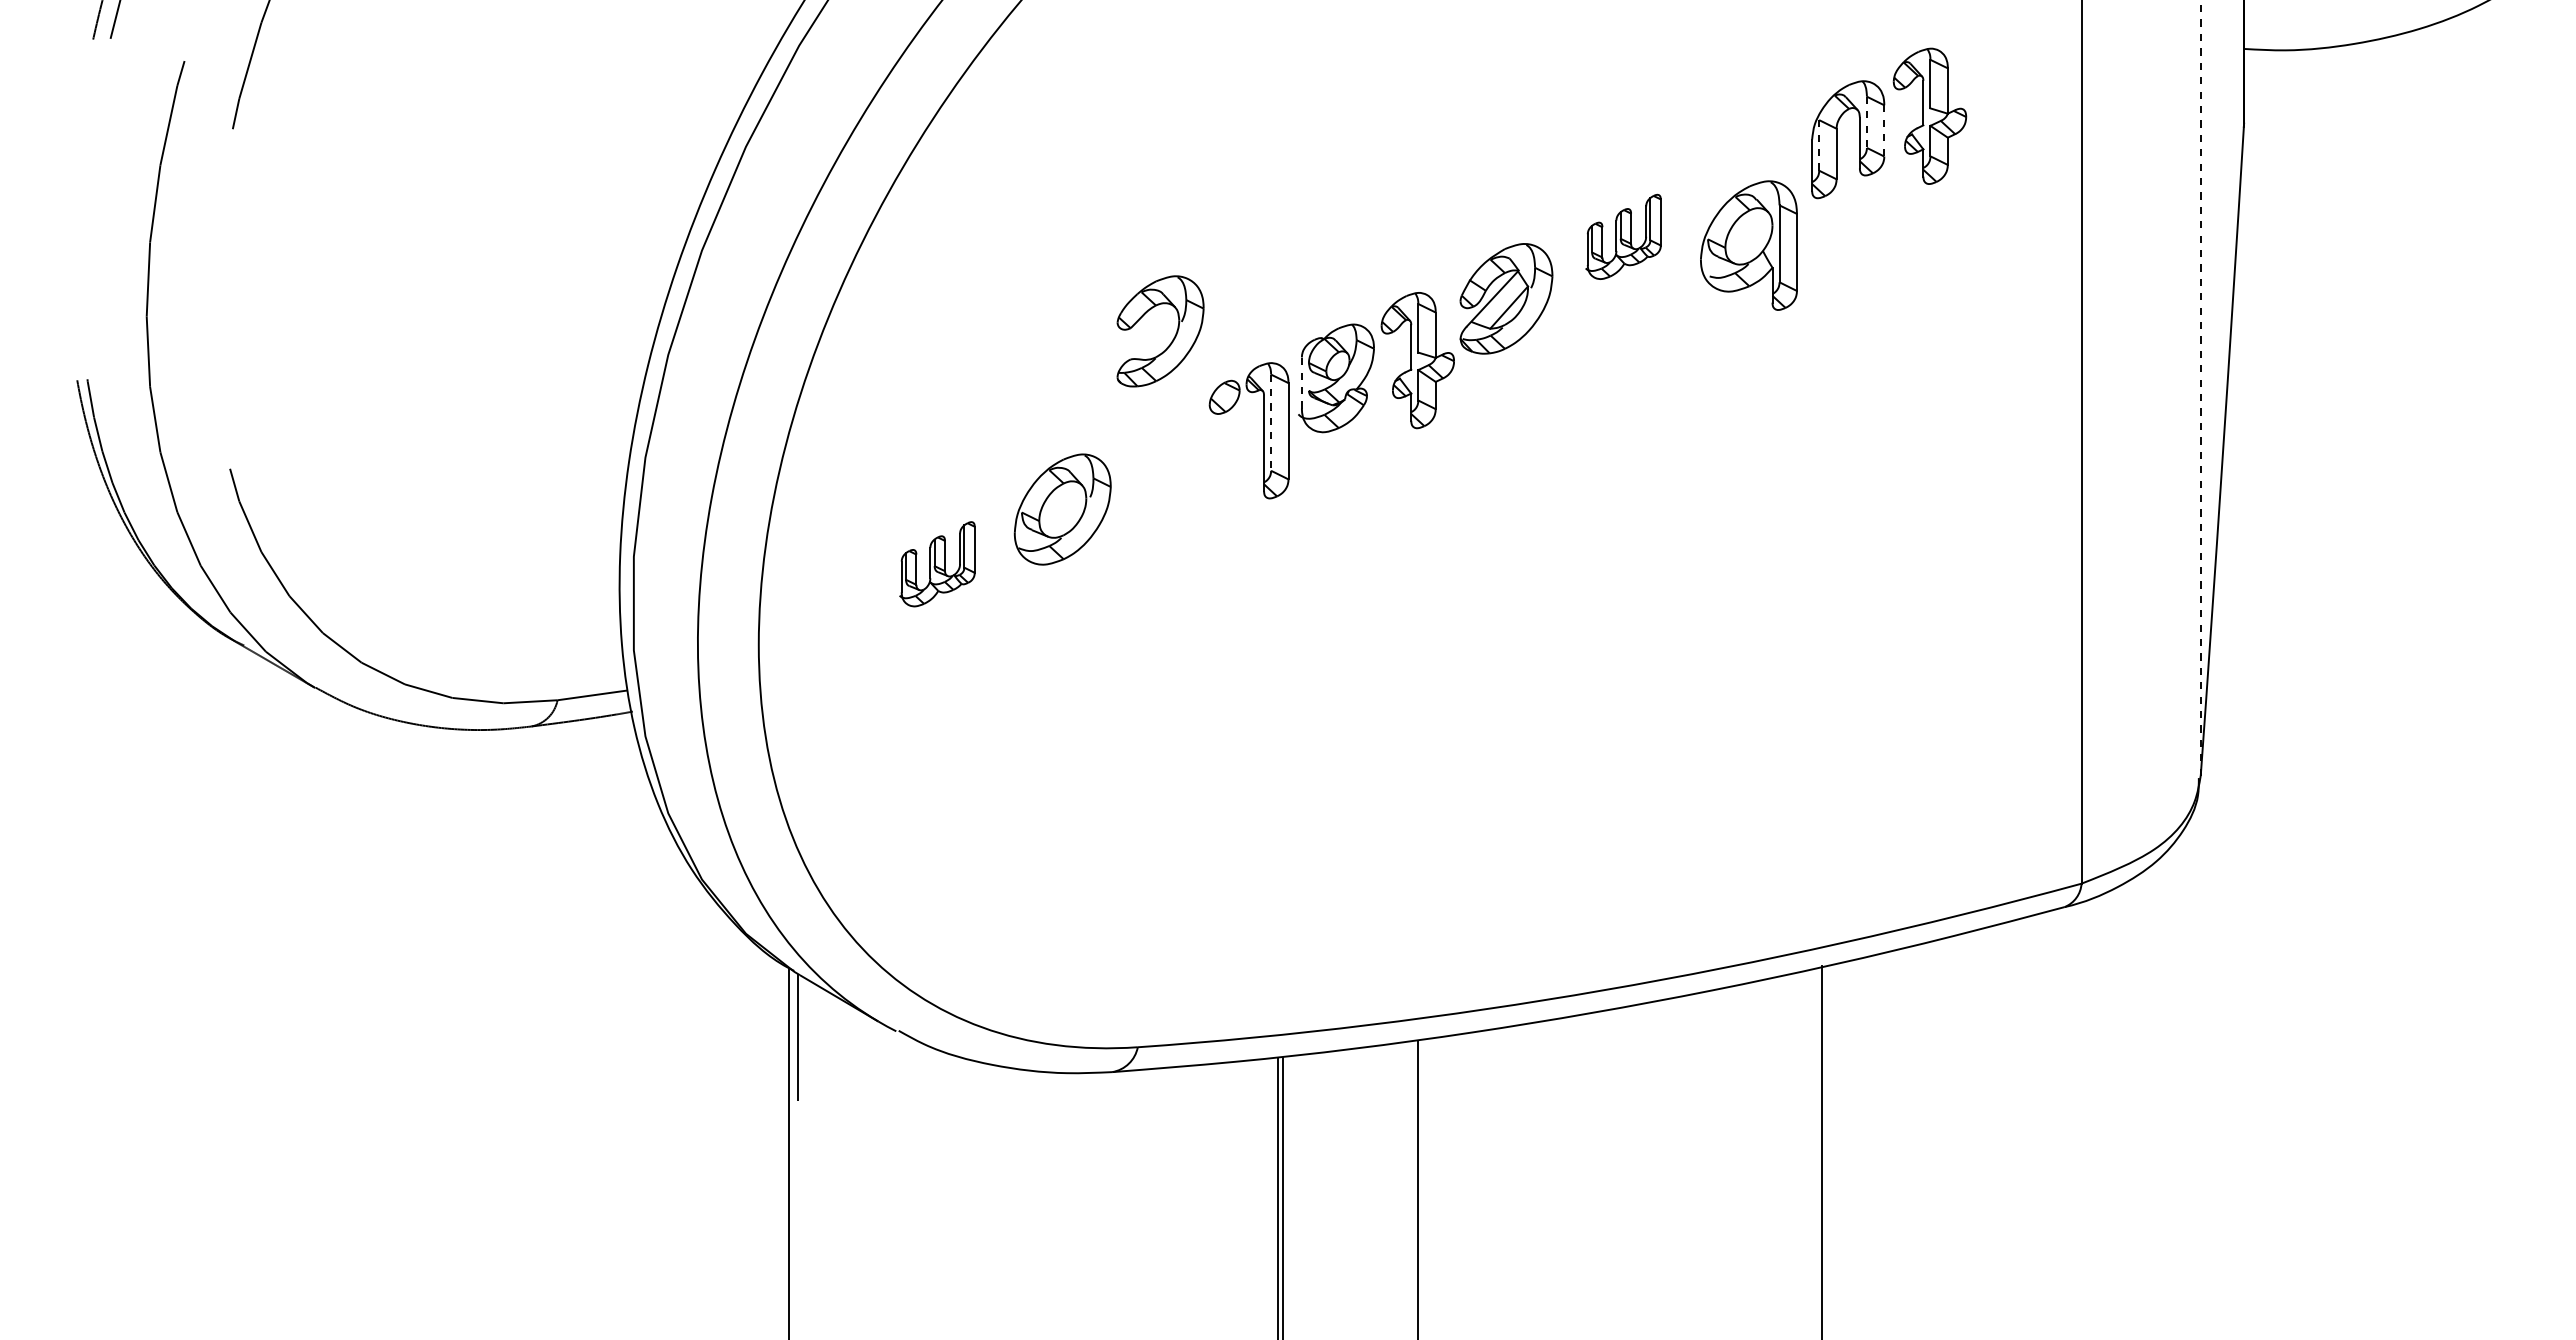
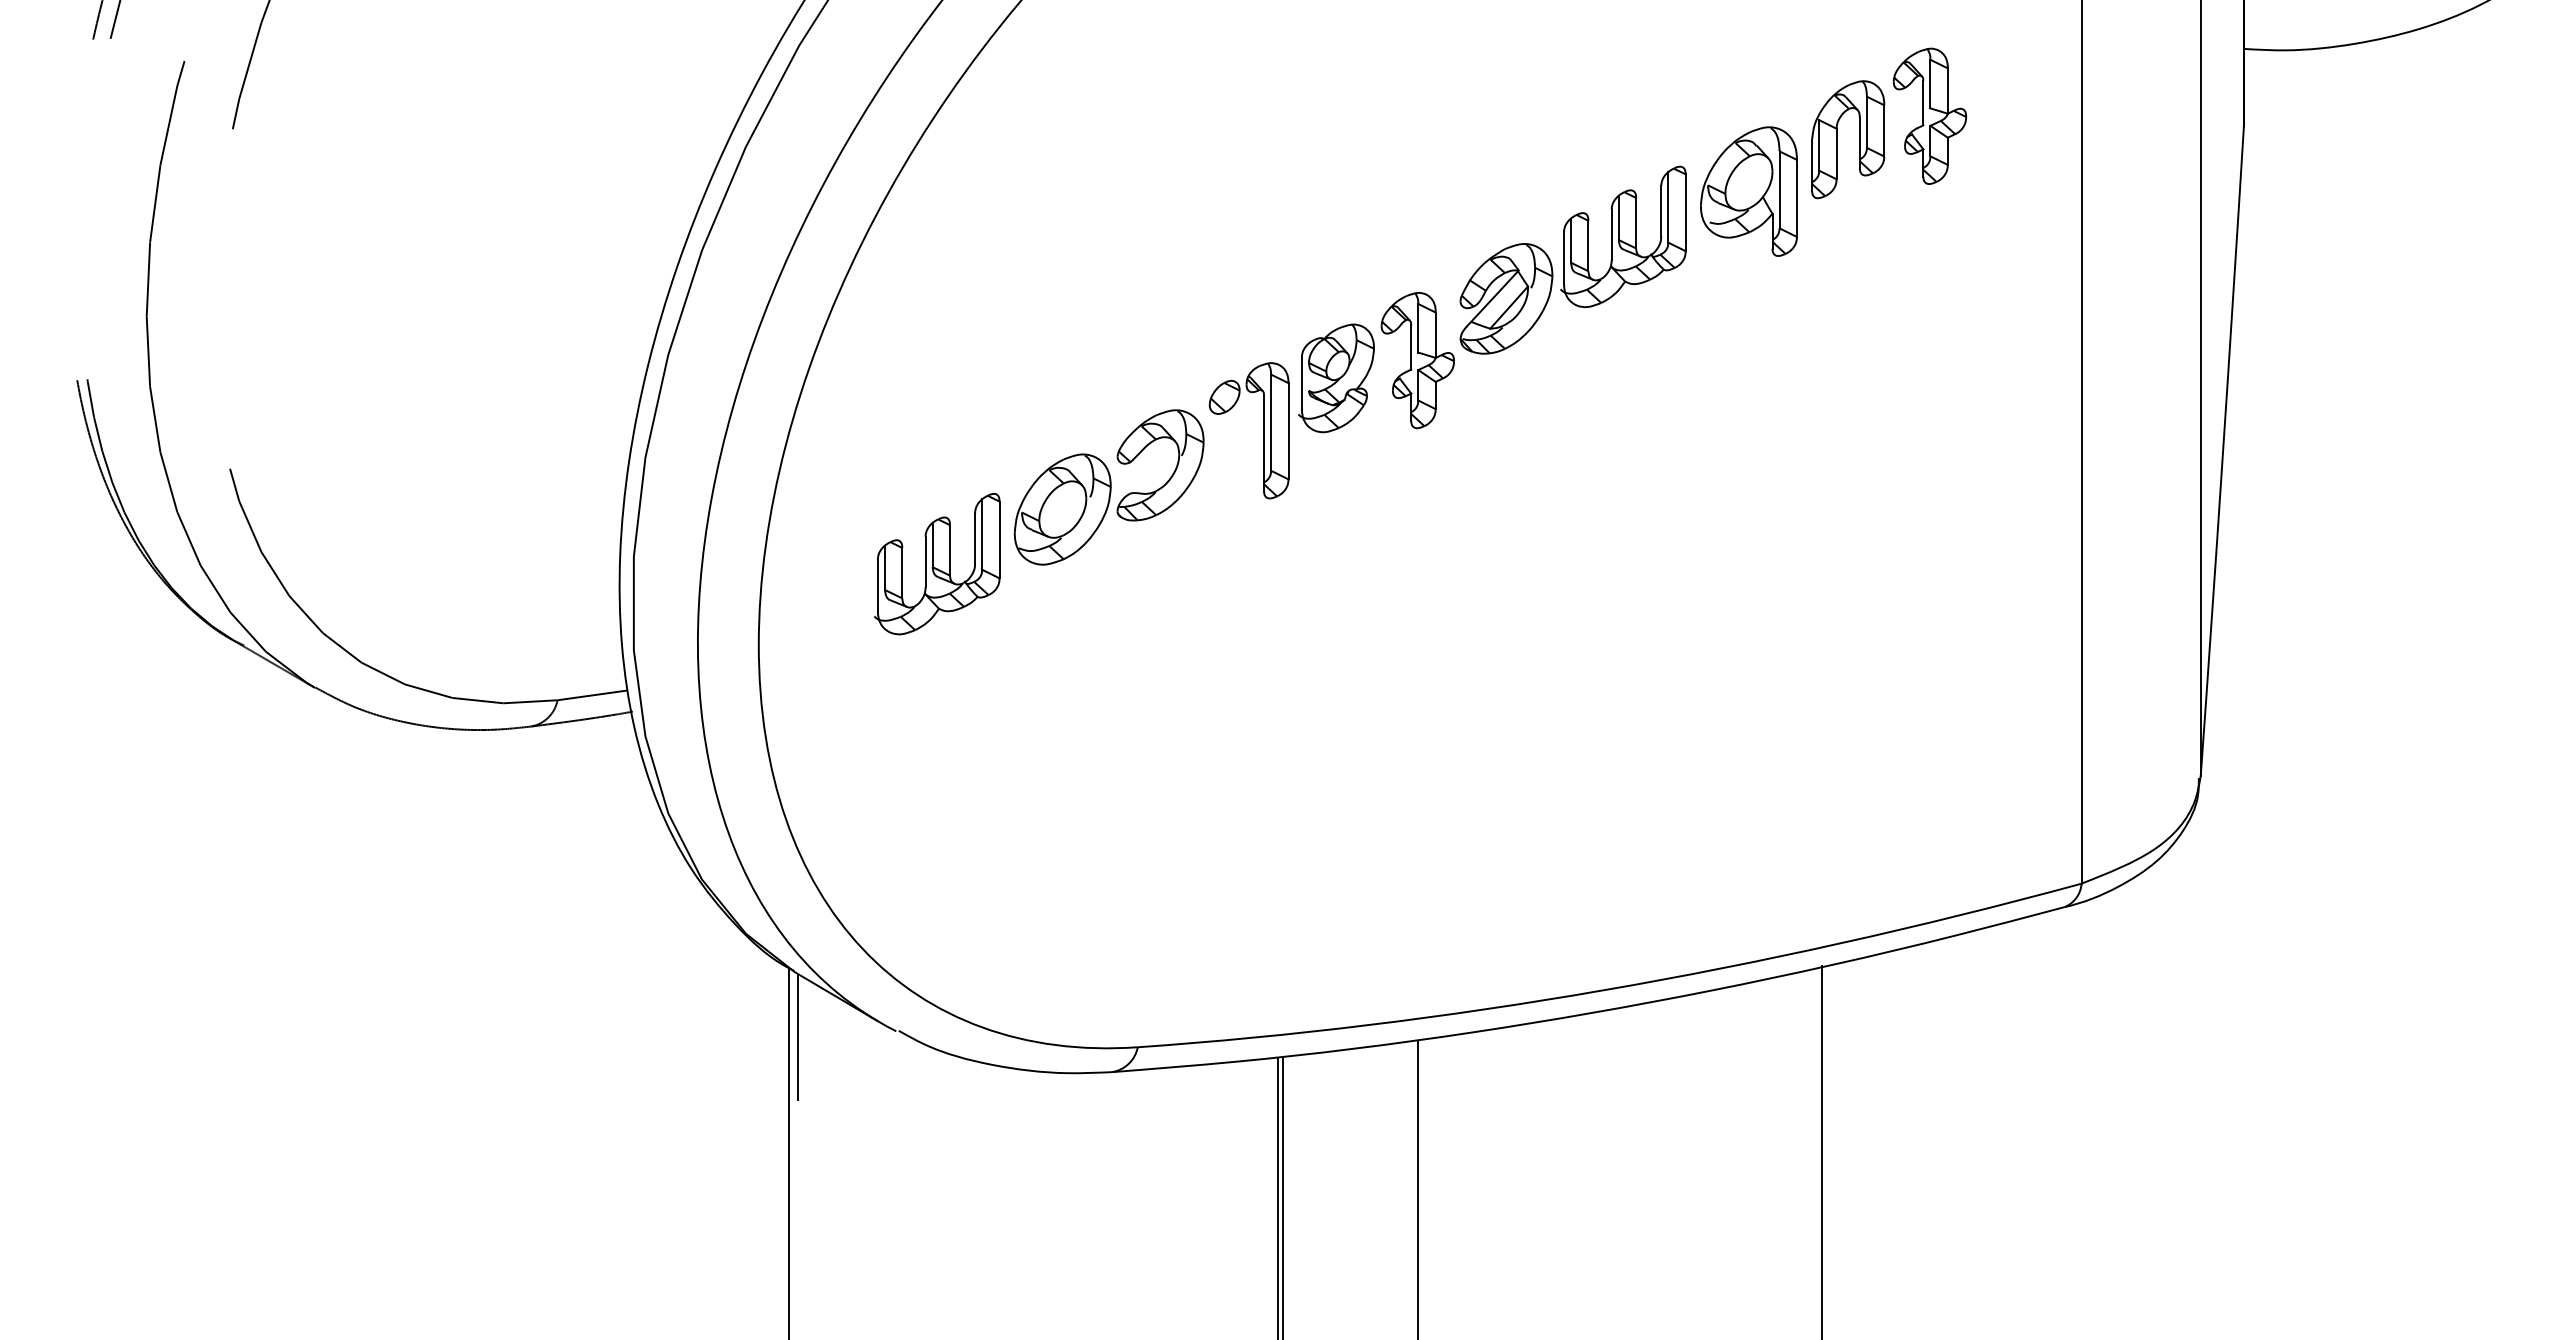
line at (1866, 122): dashed -> solid
line at (1884, 130): dashed -> solid
line at (1819, 145): dashed -> solid
part at (1623, 236) size: 77x87 px -> 127x144 px
part at (1748, 245) position: (1748, 245) -> (1748, 191)
part at (1173, 337) position: (1173, 337) -> (1173, 471)
line at (1301, 383): dashed -> solid
line at (2200, 387): dashed -> solid
line at (1271, 423): dashed -> solid
part at (937, 564) size: 77x87 px -> 127x143 px
